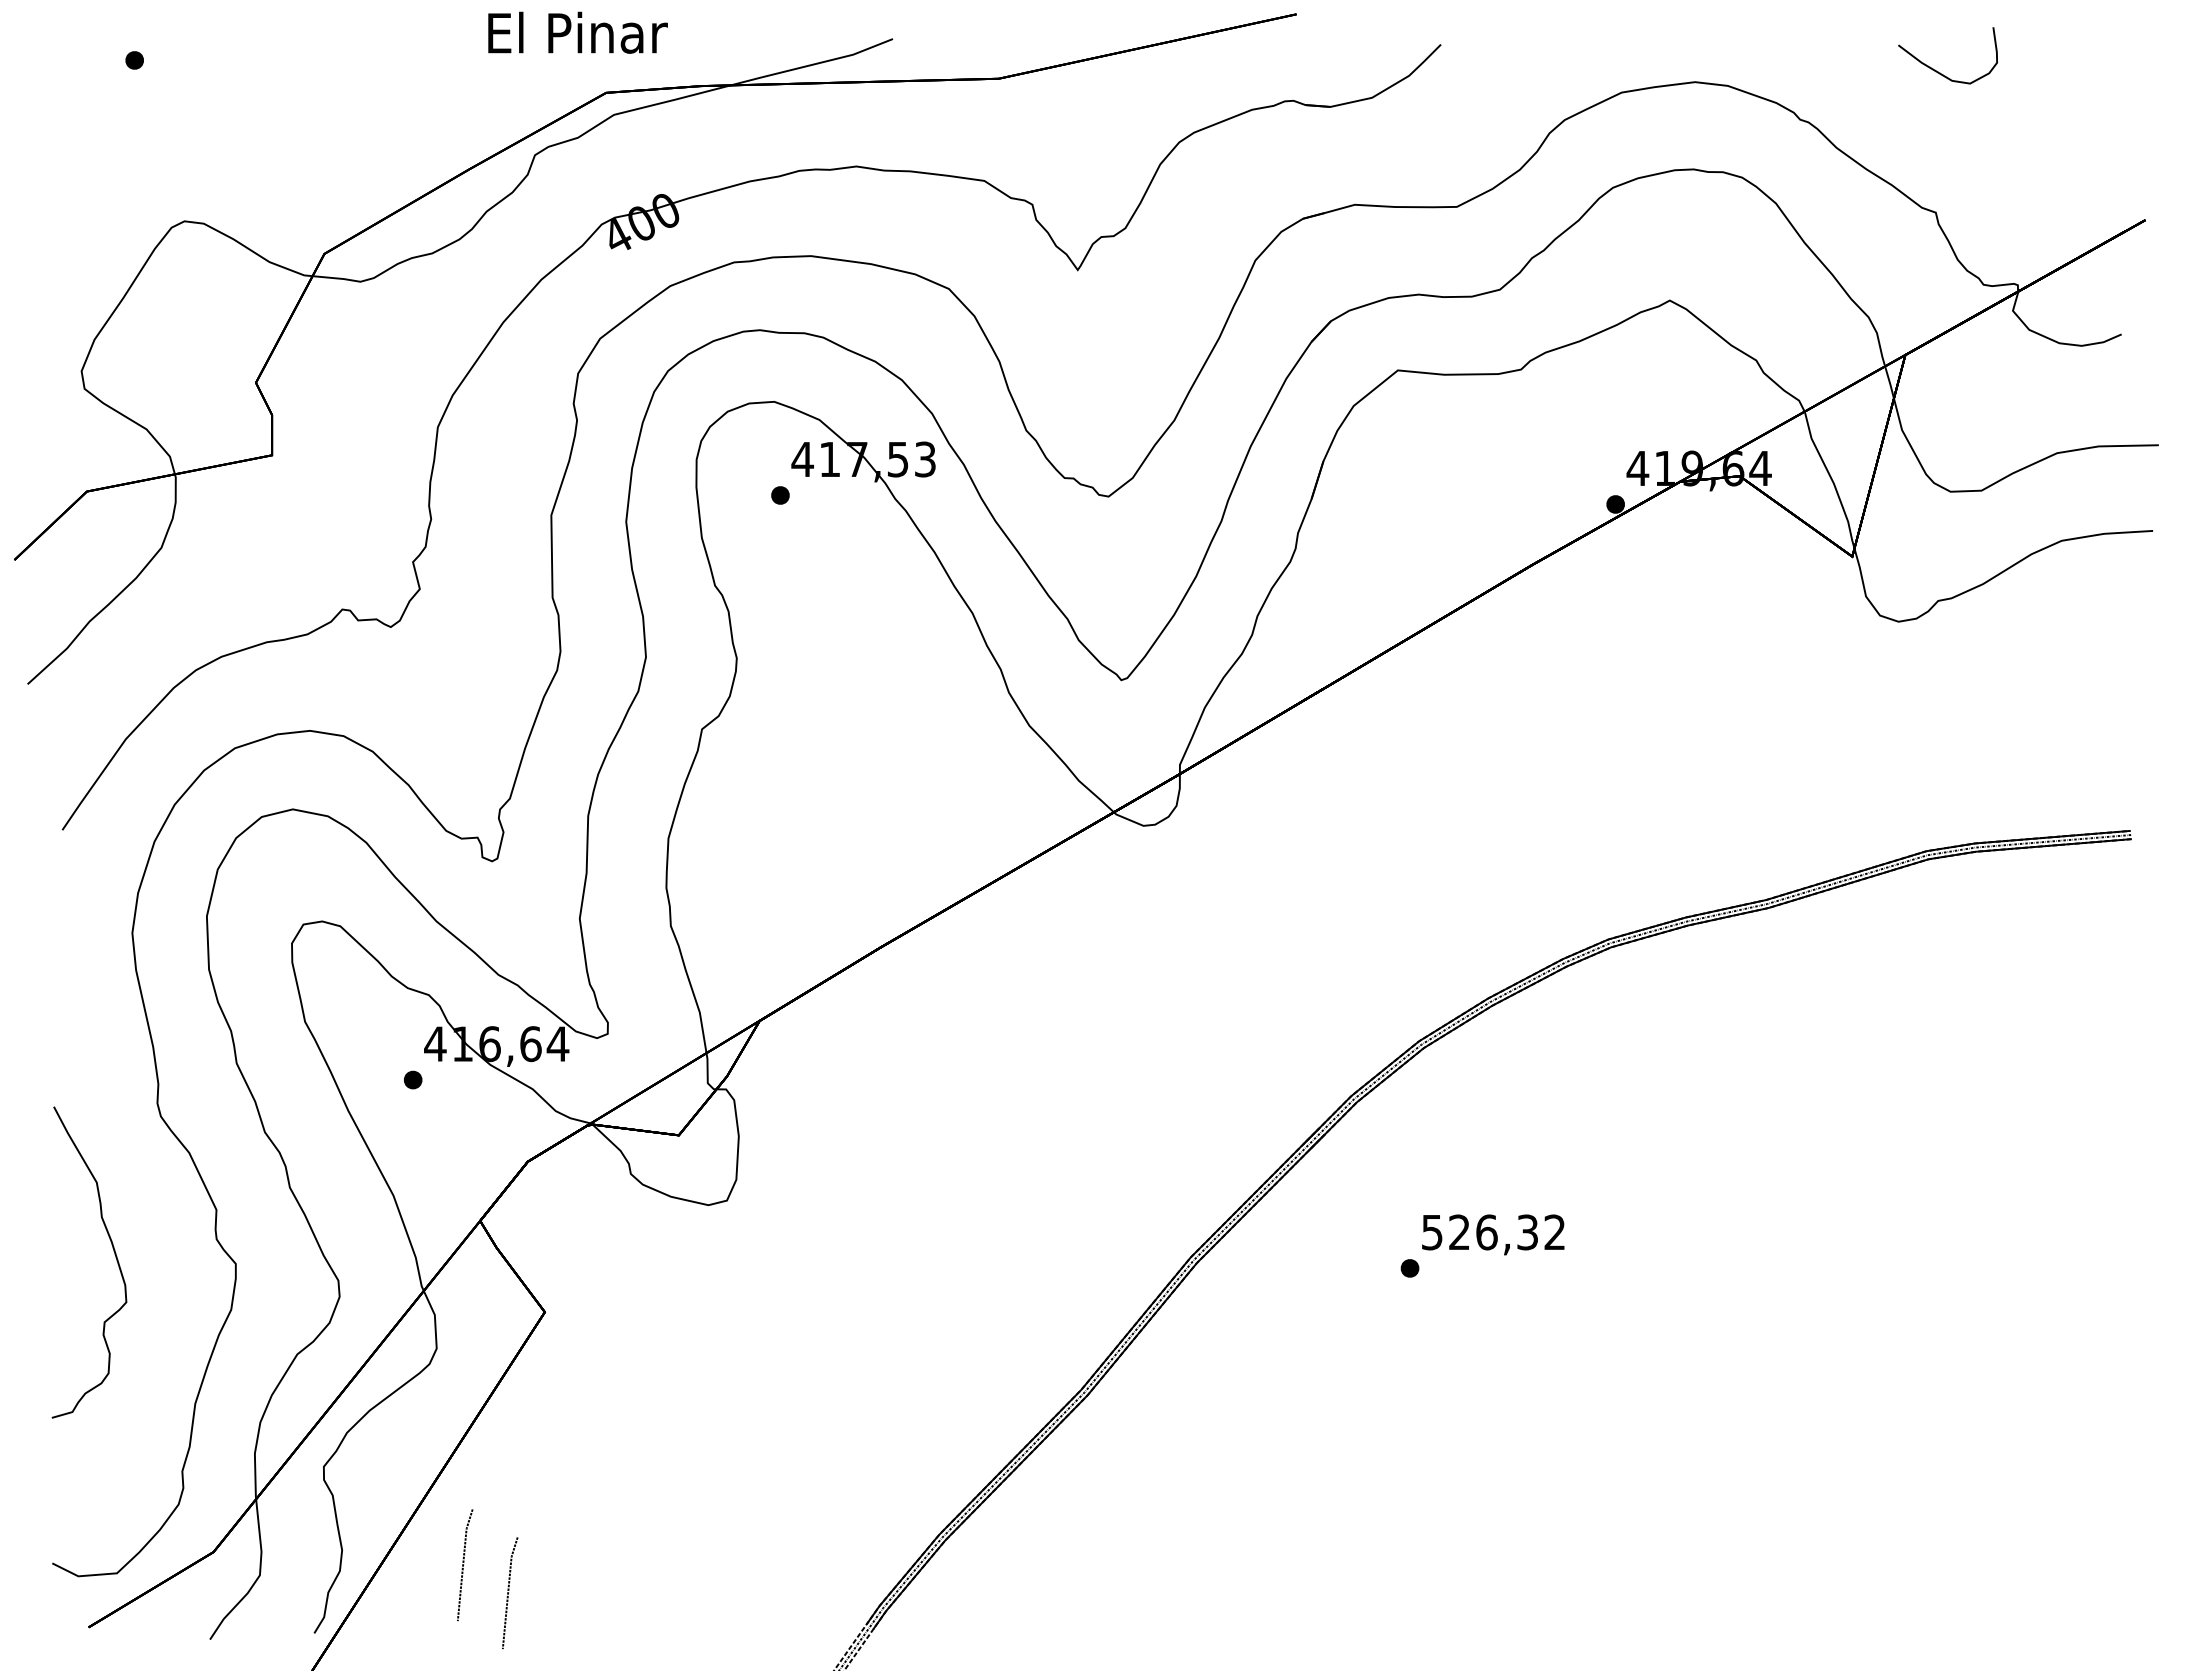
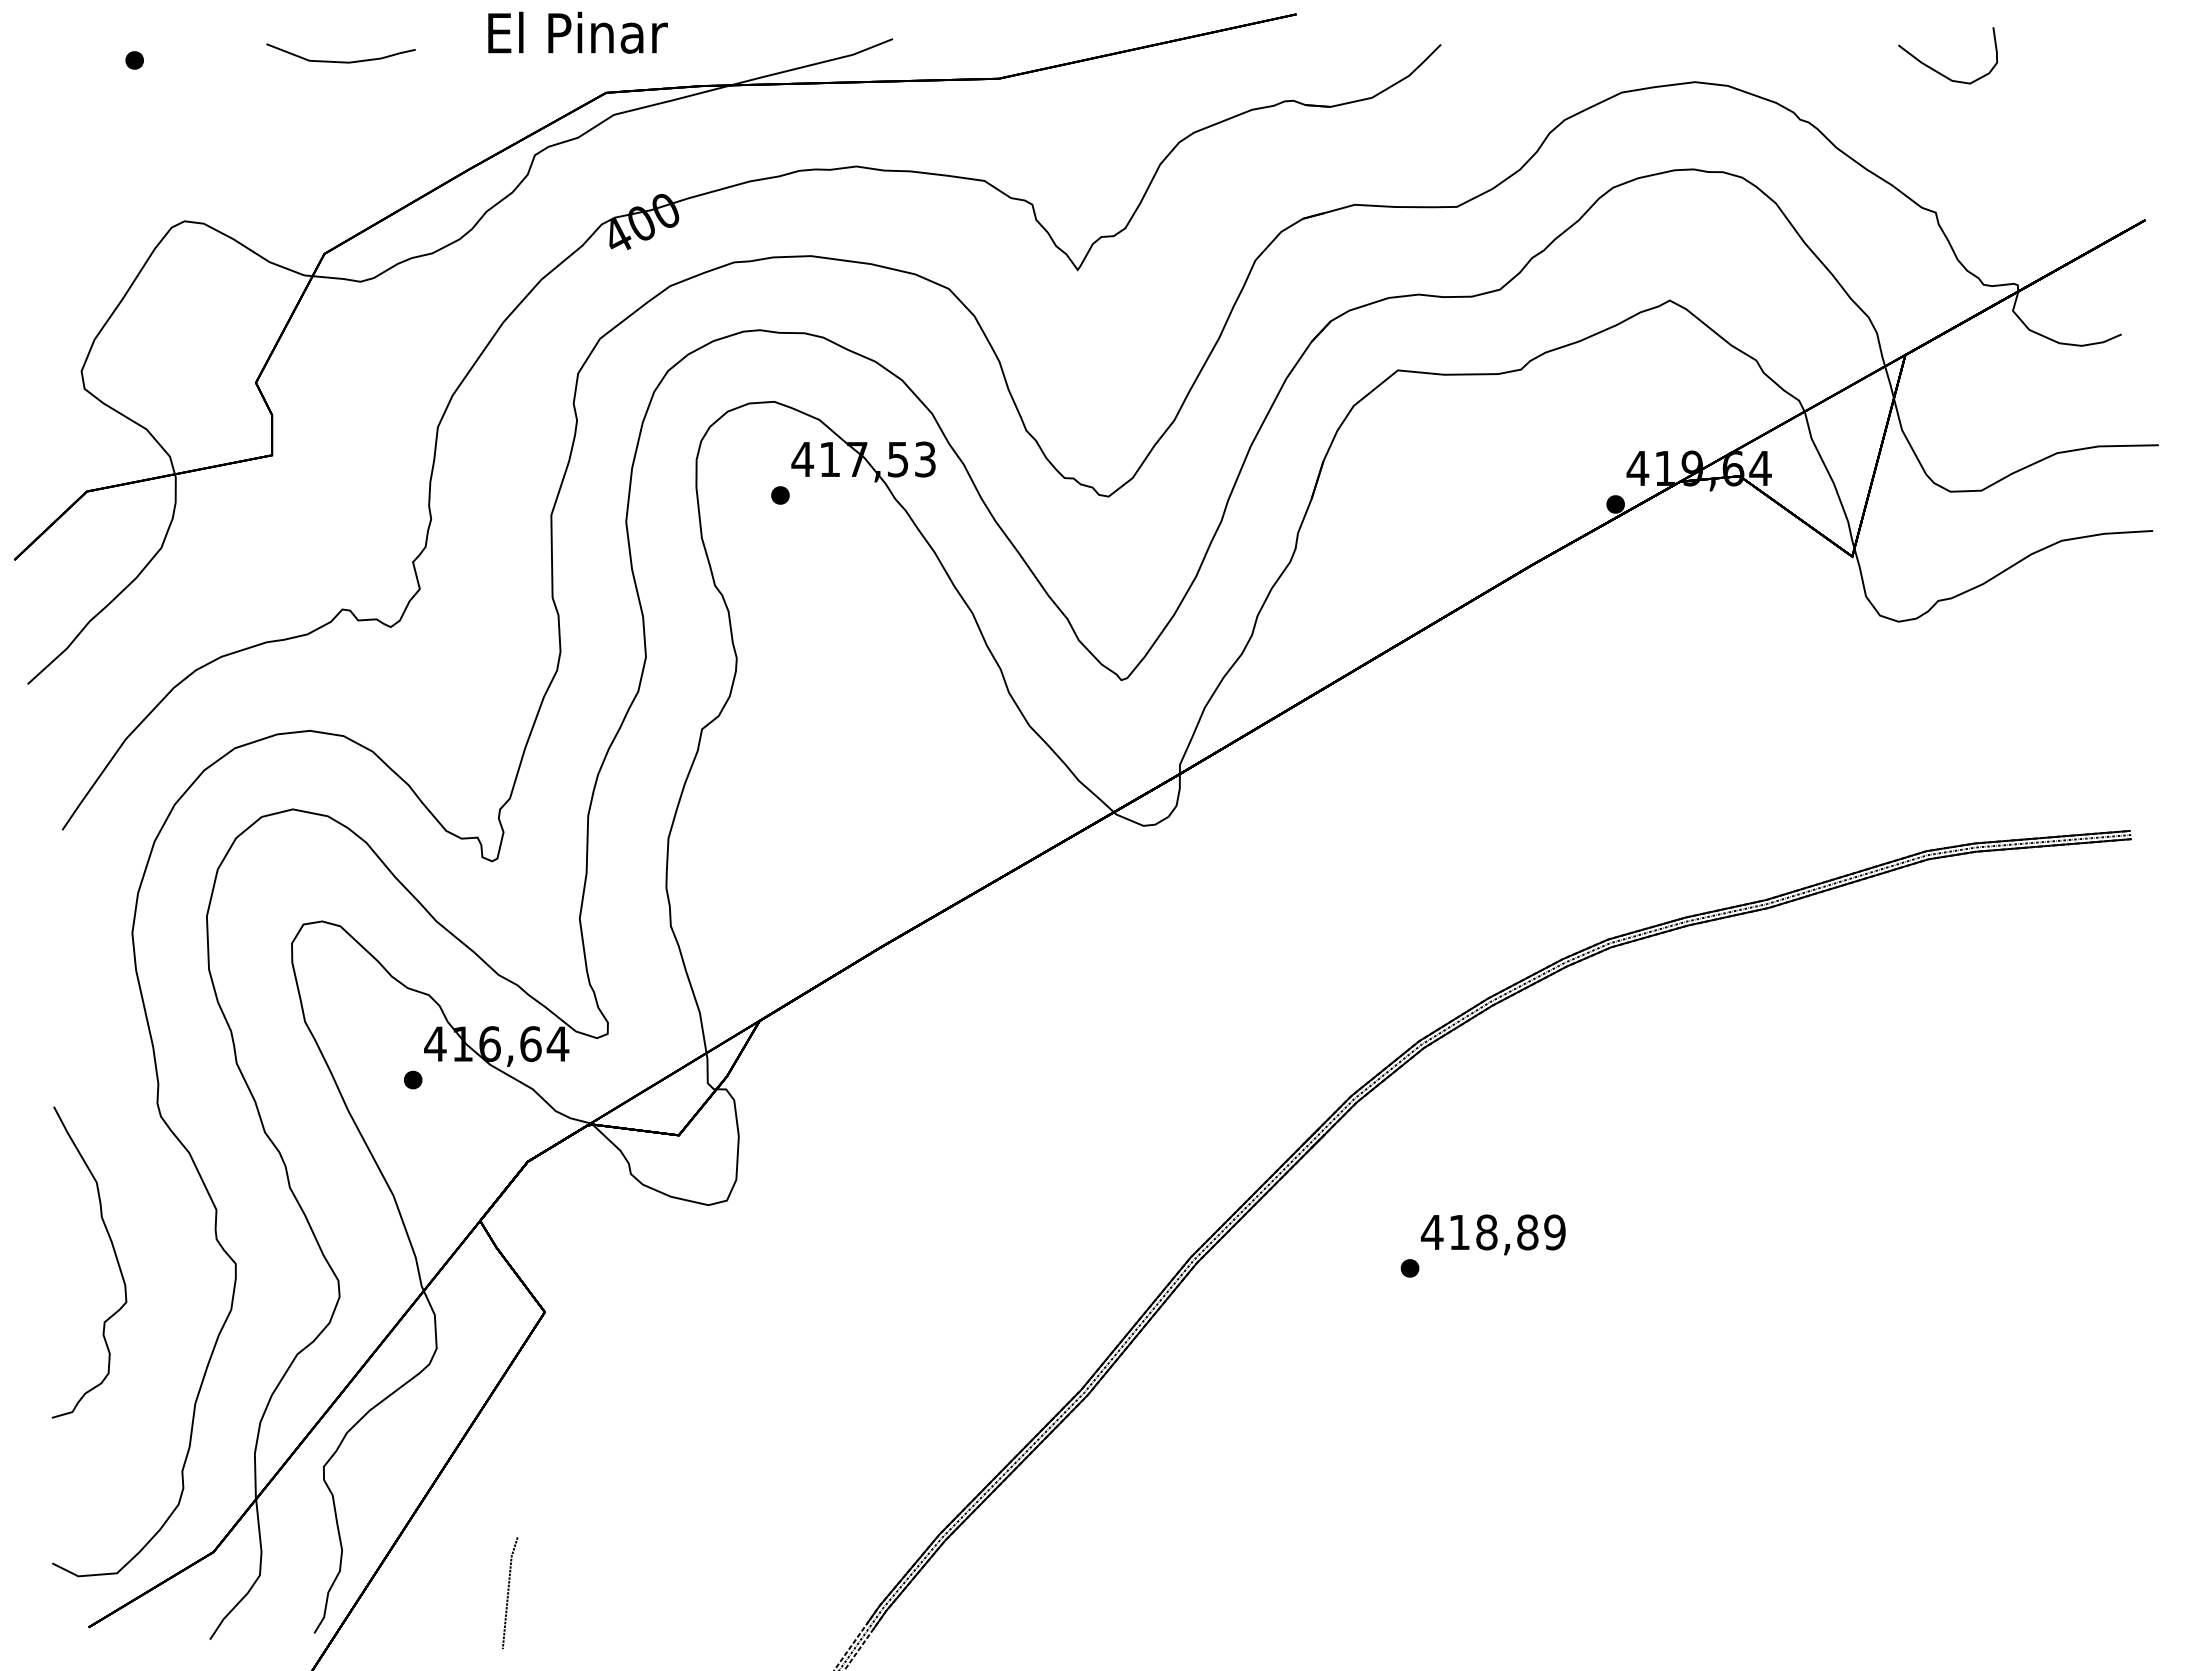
curve at (340, 61): none -> present
text at (1492, 1232): 526,32 -> 418,89
line at (464, 1564): present -> none
